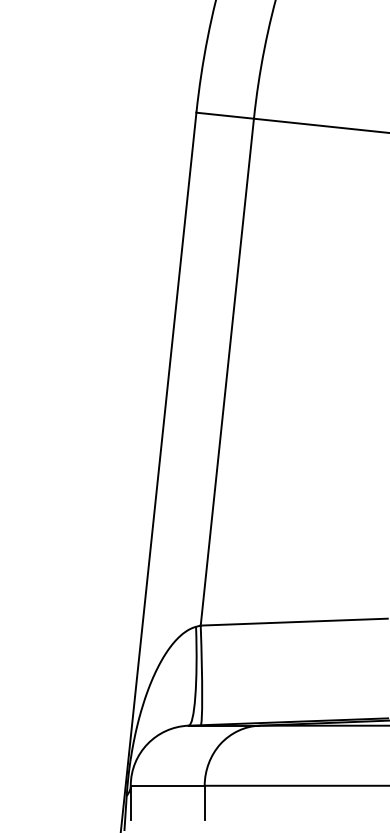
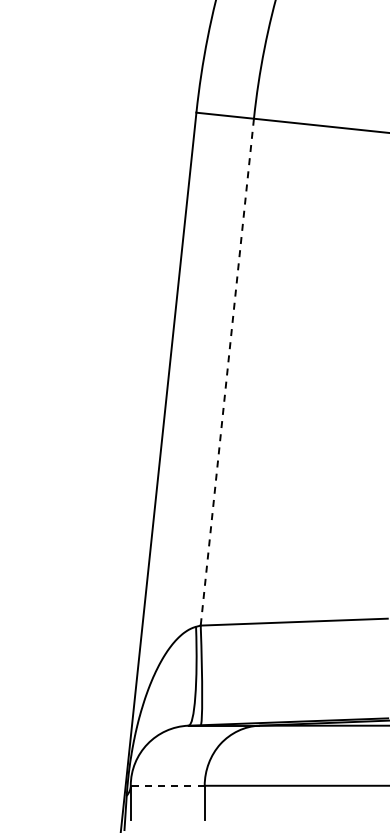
line at (227, 372): solid -> dashed
line at (167, 785): solid -> dashed
